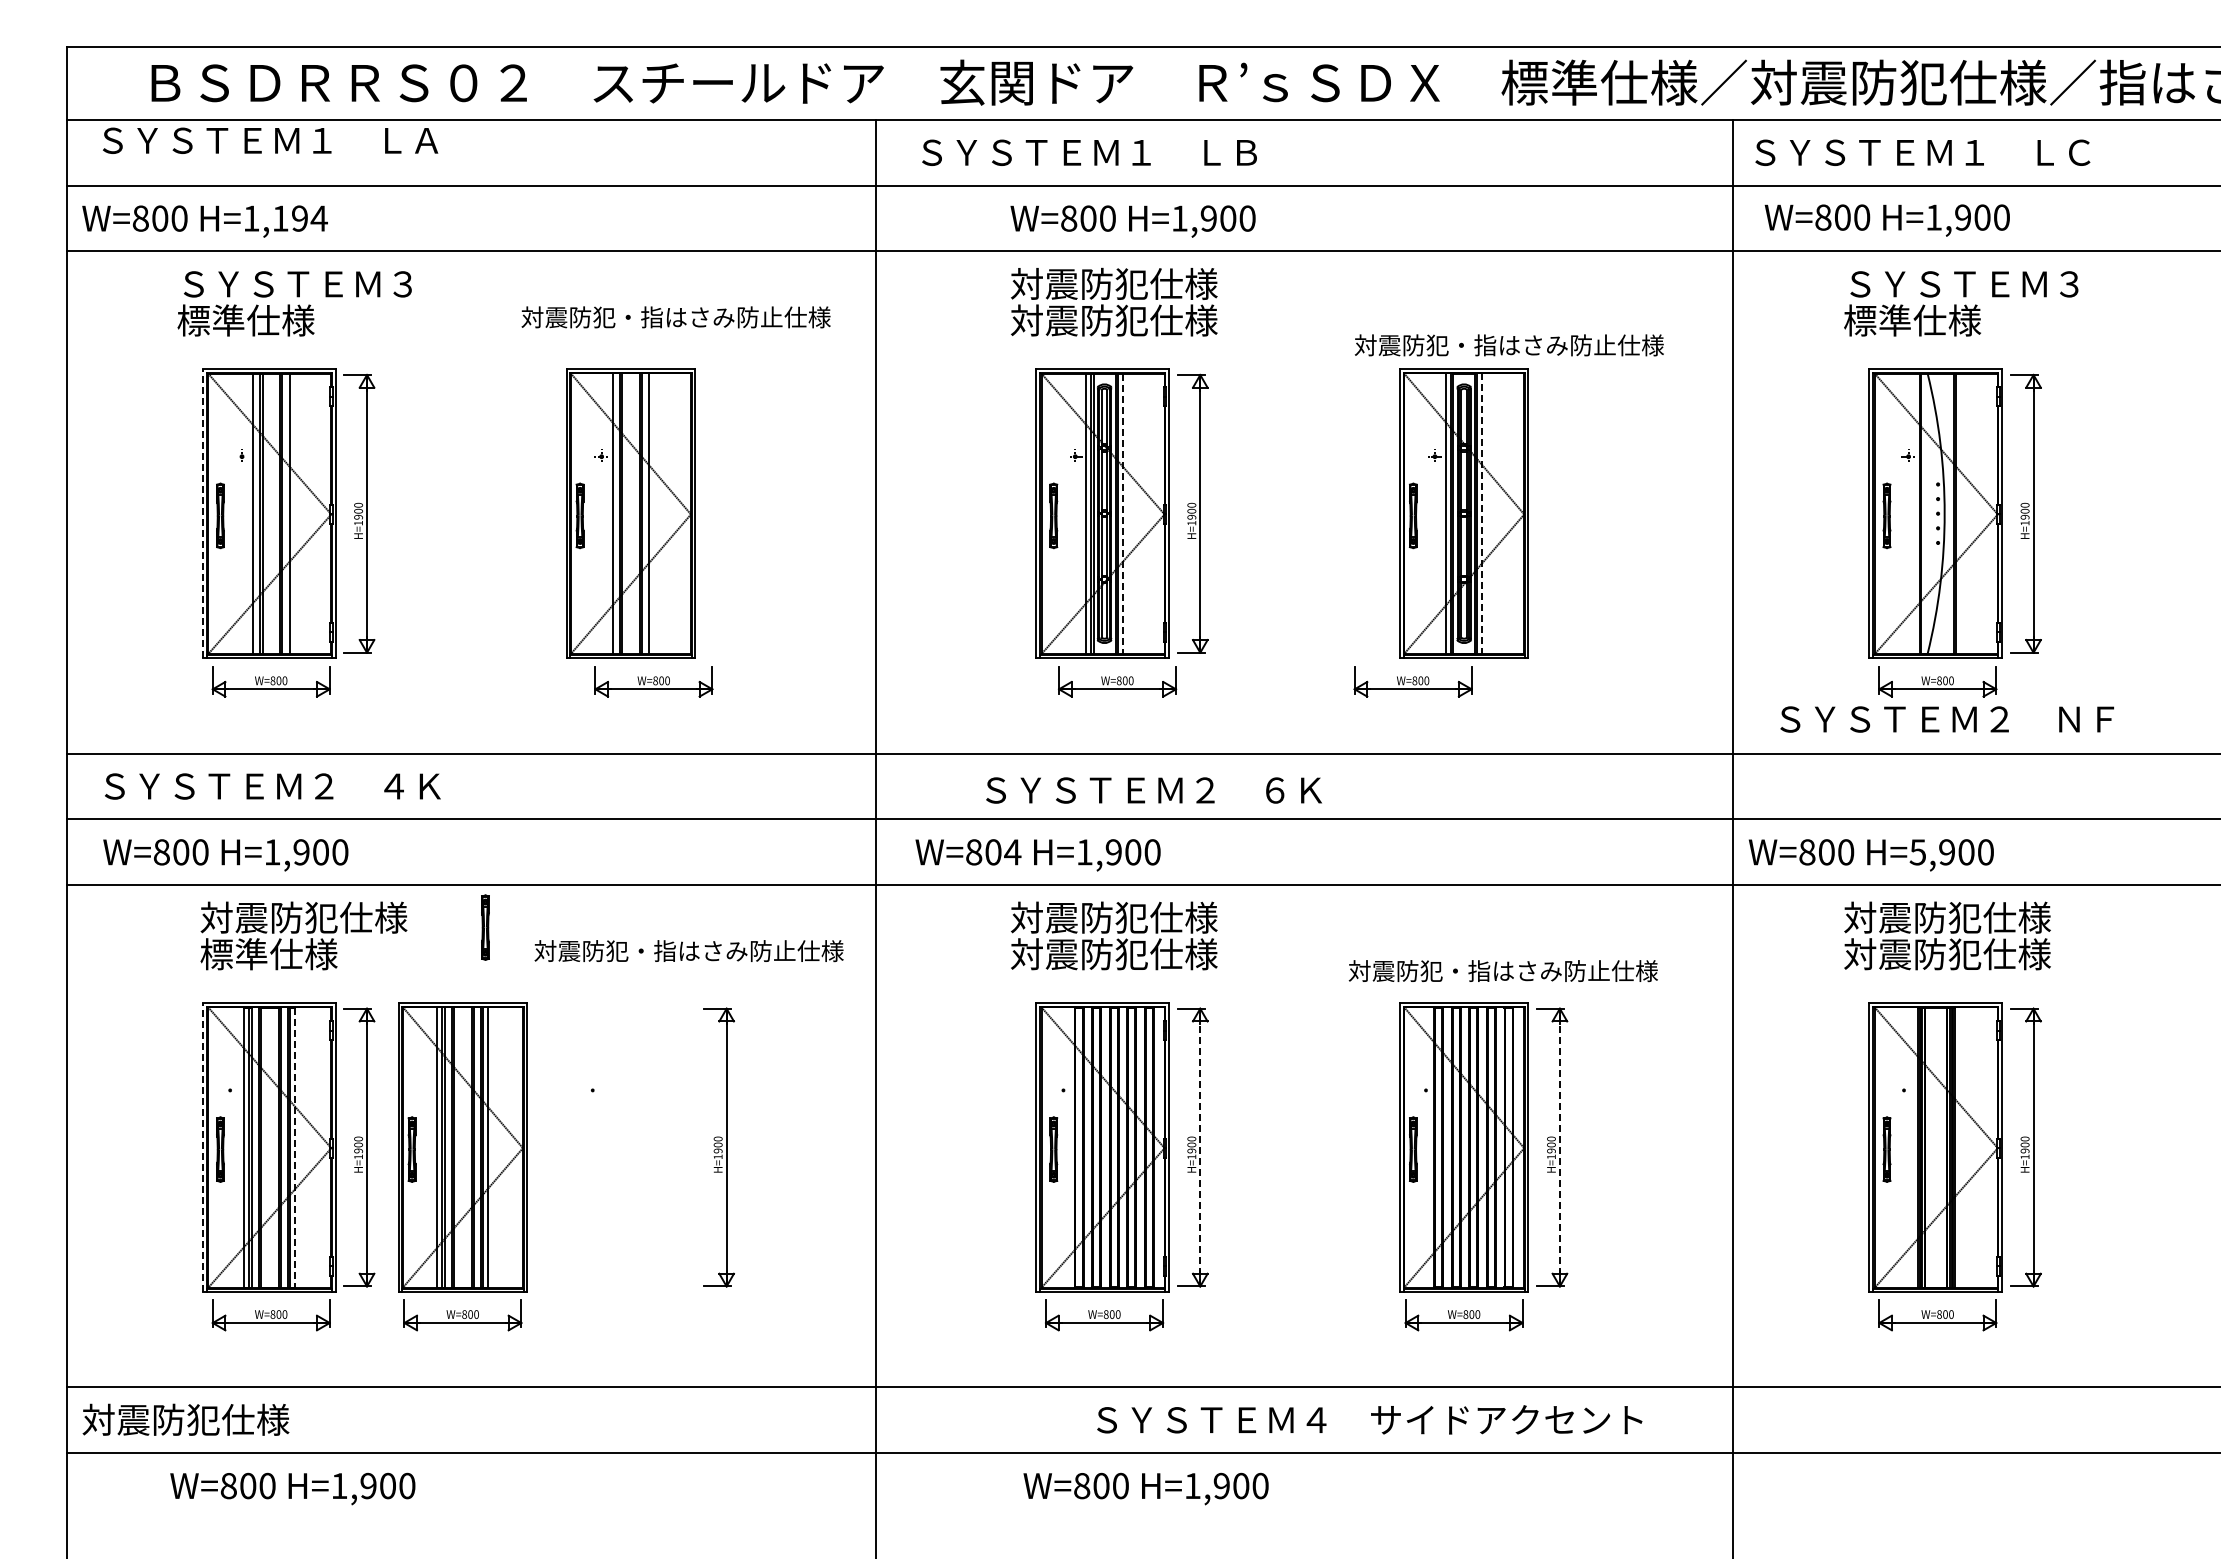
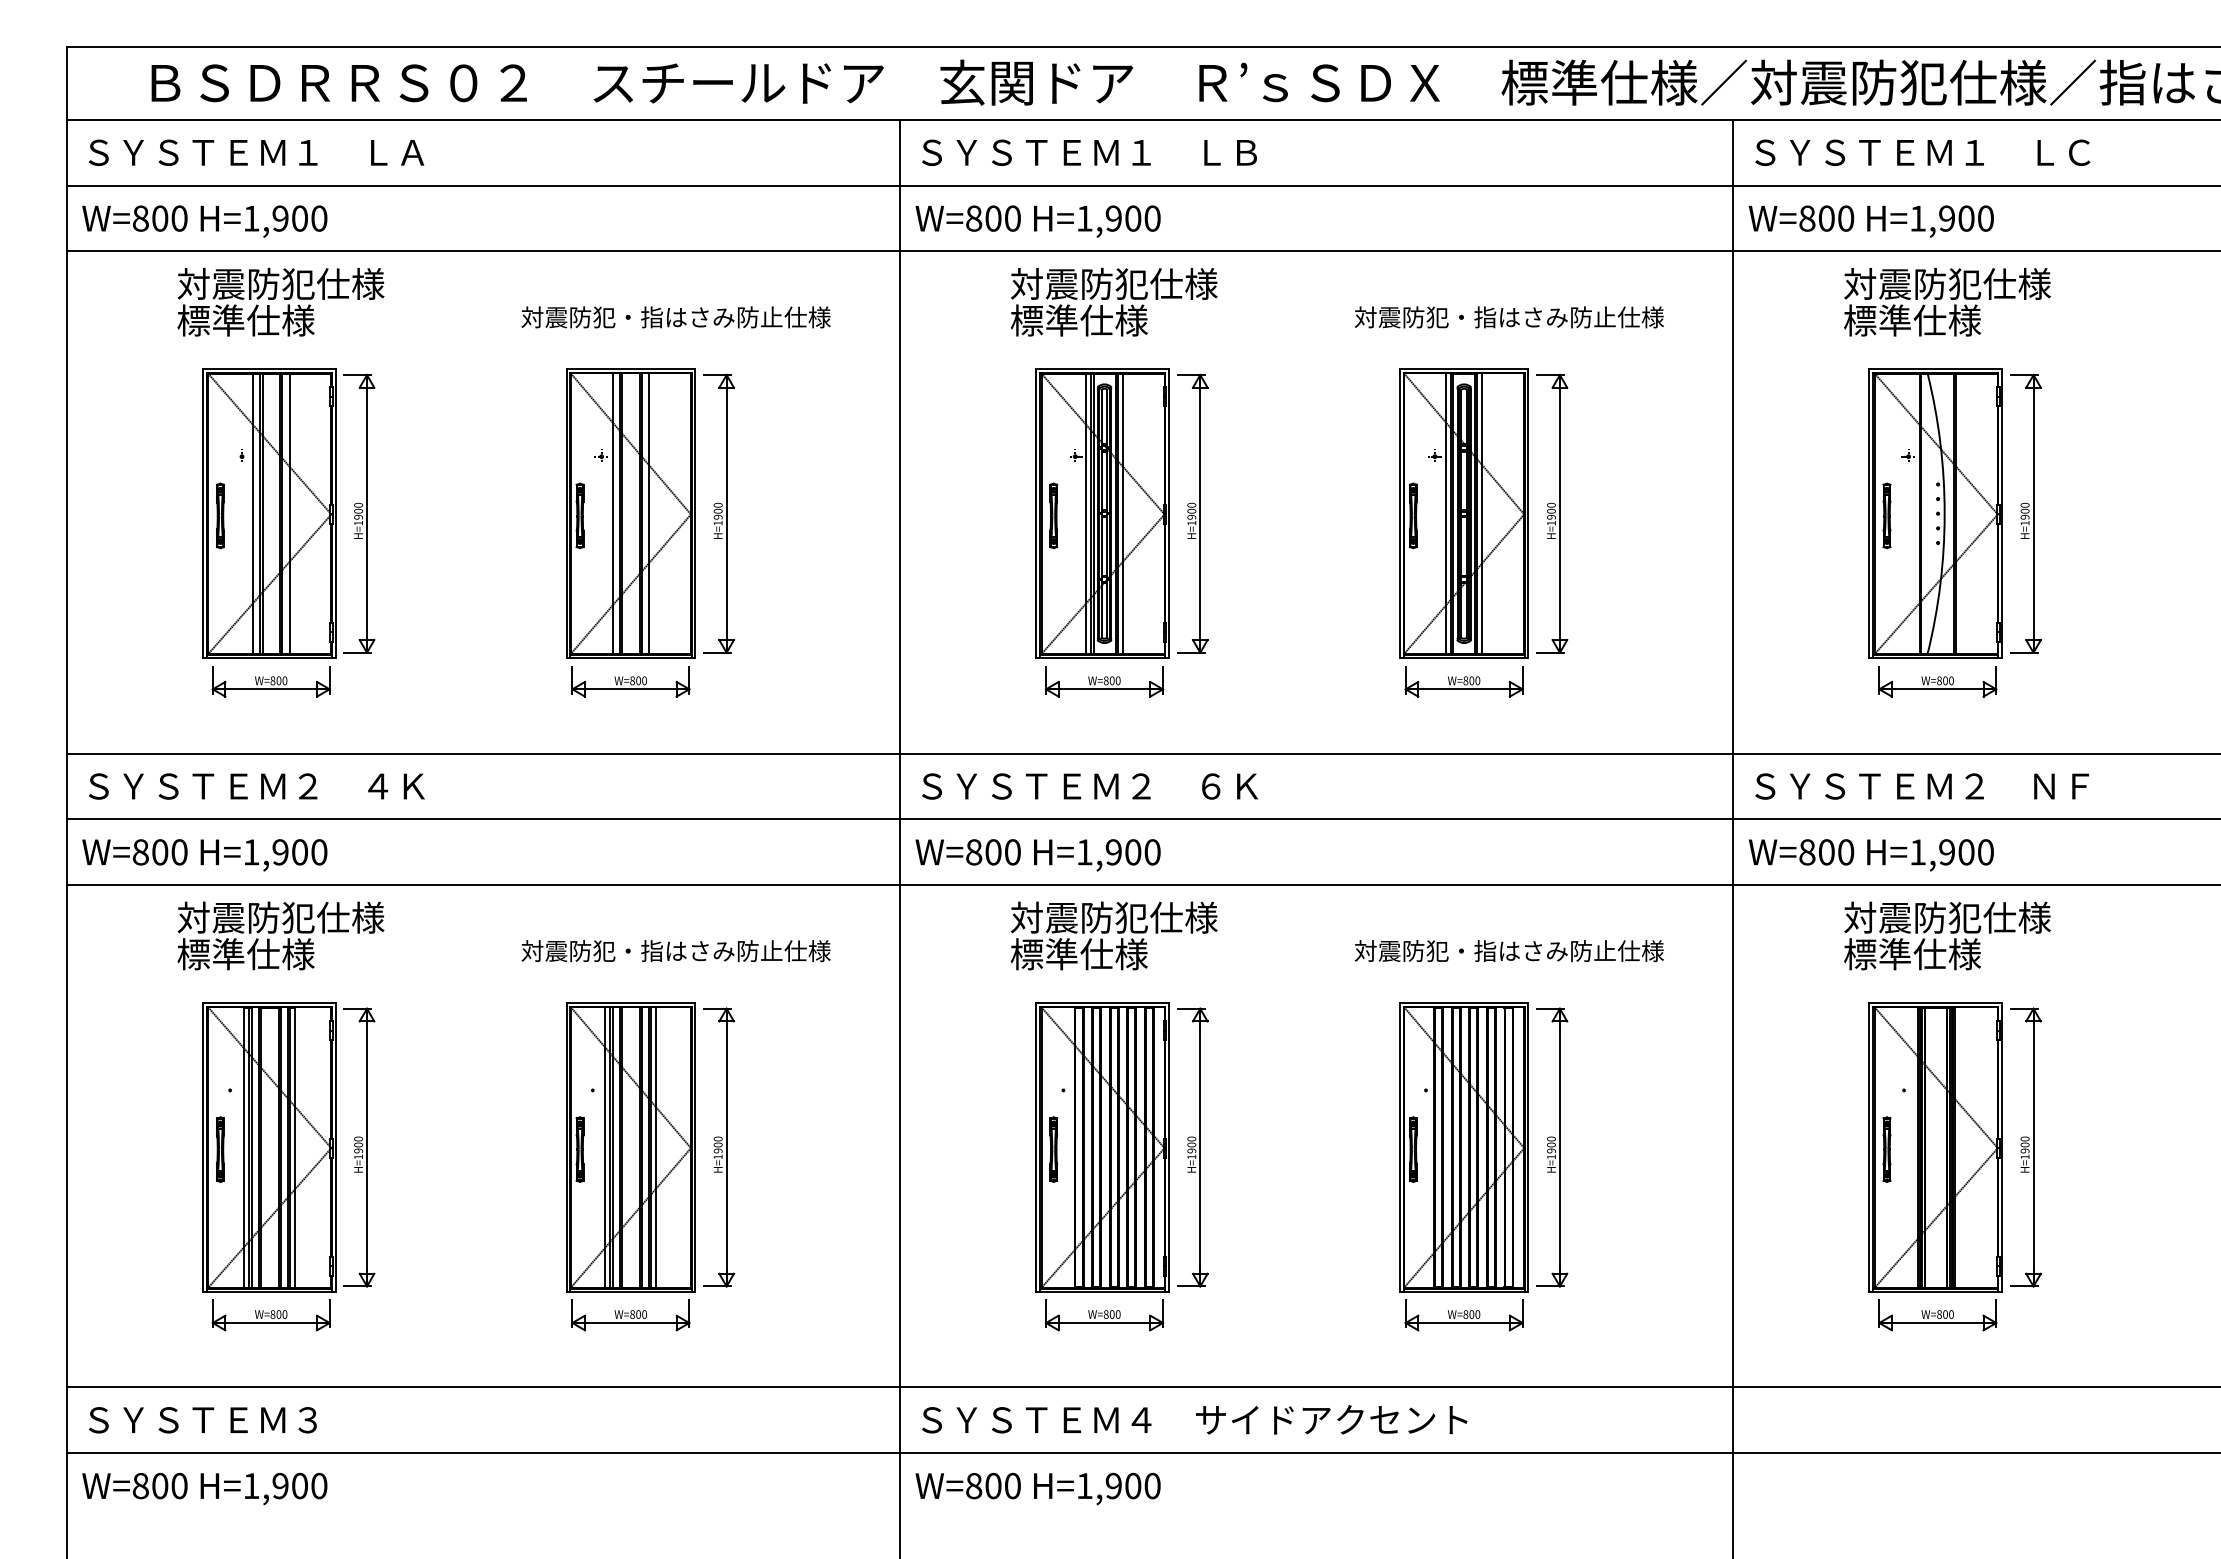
text at (270, 140) position: (270, 140) -> (256, 152)
text at (299, 218): H=1,194 -> H=1,900
text at (1886, 220) position: (1886, 220) -> (1870, 221)
text at (1132, 221) position: (1132, 221) -> (1037, 221)
text at (294, 283): ＳＹＳＴＥＭ３ -> 対震防犯仕様
text at (1961, 283): ＳＹＳＴＥＭ３ -> 対震防犯仕様
text at (1113, 320): 対震防犯仕様 -> 標準仕様
text at (1508, 345) position: (1508, 345) -> (1508, 317)
line at (202, 513): dashed -> solid
part at (718, 513): none -> present
part at (1552, 513): none -> present
line at (1122, 514): dashed -> solid
line at (1482, 514): dashed -> solid
part at (653, 681) position: (653, 681) -> (630, 681)
part at (1117, 681) position: (1117, 681) -> (1104, 681)
part at (1412, 681) position: (1412, 681) -> (1463, 681)
text at (1946, 719) position: (1946, 719) -> (1921, 786)
text at (272, 786) position: (272, 786) -> (256, 786)
text at (1153, 790) position: (1153, 790) -> (1089, 786)
line at (875, 837) position: (875, 837) -> (899, 837)
text at (1012, 852): W=804 -> W=800
text at (1917, 852): H=5,900 -> H=1,900
text at (225, 855) position: (225, 855) -> (204, 855)
part at (485, 927): present -> none
text at (303, 935) position: (303, 935) -> (280, 935)
text at (688, 951) position: (688, 951) -> (675, 951)
text at (1113, 954): 対震防犯仕様 -> 標準仕様
text at (1947, 954): 対震防犯仕様 -> 標準仕様
text at (1502, 971) position: (1502, 971) -> (1508, 951)
line at (202, 1146): dashed -> solid
line at (295, 1147): dashed -> solid
line at (1200, 1147): dashed -> solid
line at (1559, 1147): dashed -> solid
part at (462, 1166) position: (462, 1166) -> (630, 1166)
text at (199, 1419): 対震防犯仕様 -> ＳＹＳＴＥＭ３
text at (1369, 1419) position: (1369, 1419) -> (1194, 1419)
text at (292, 1488) position: (292, 1488) -> (204, 1488)
text at (1145, 1488) position: (1145, 1488) -> (1037, 1488)
